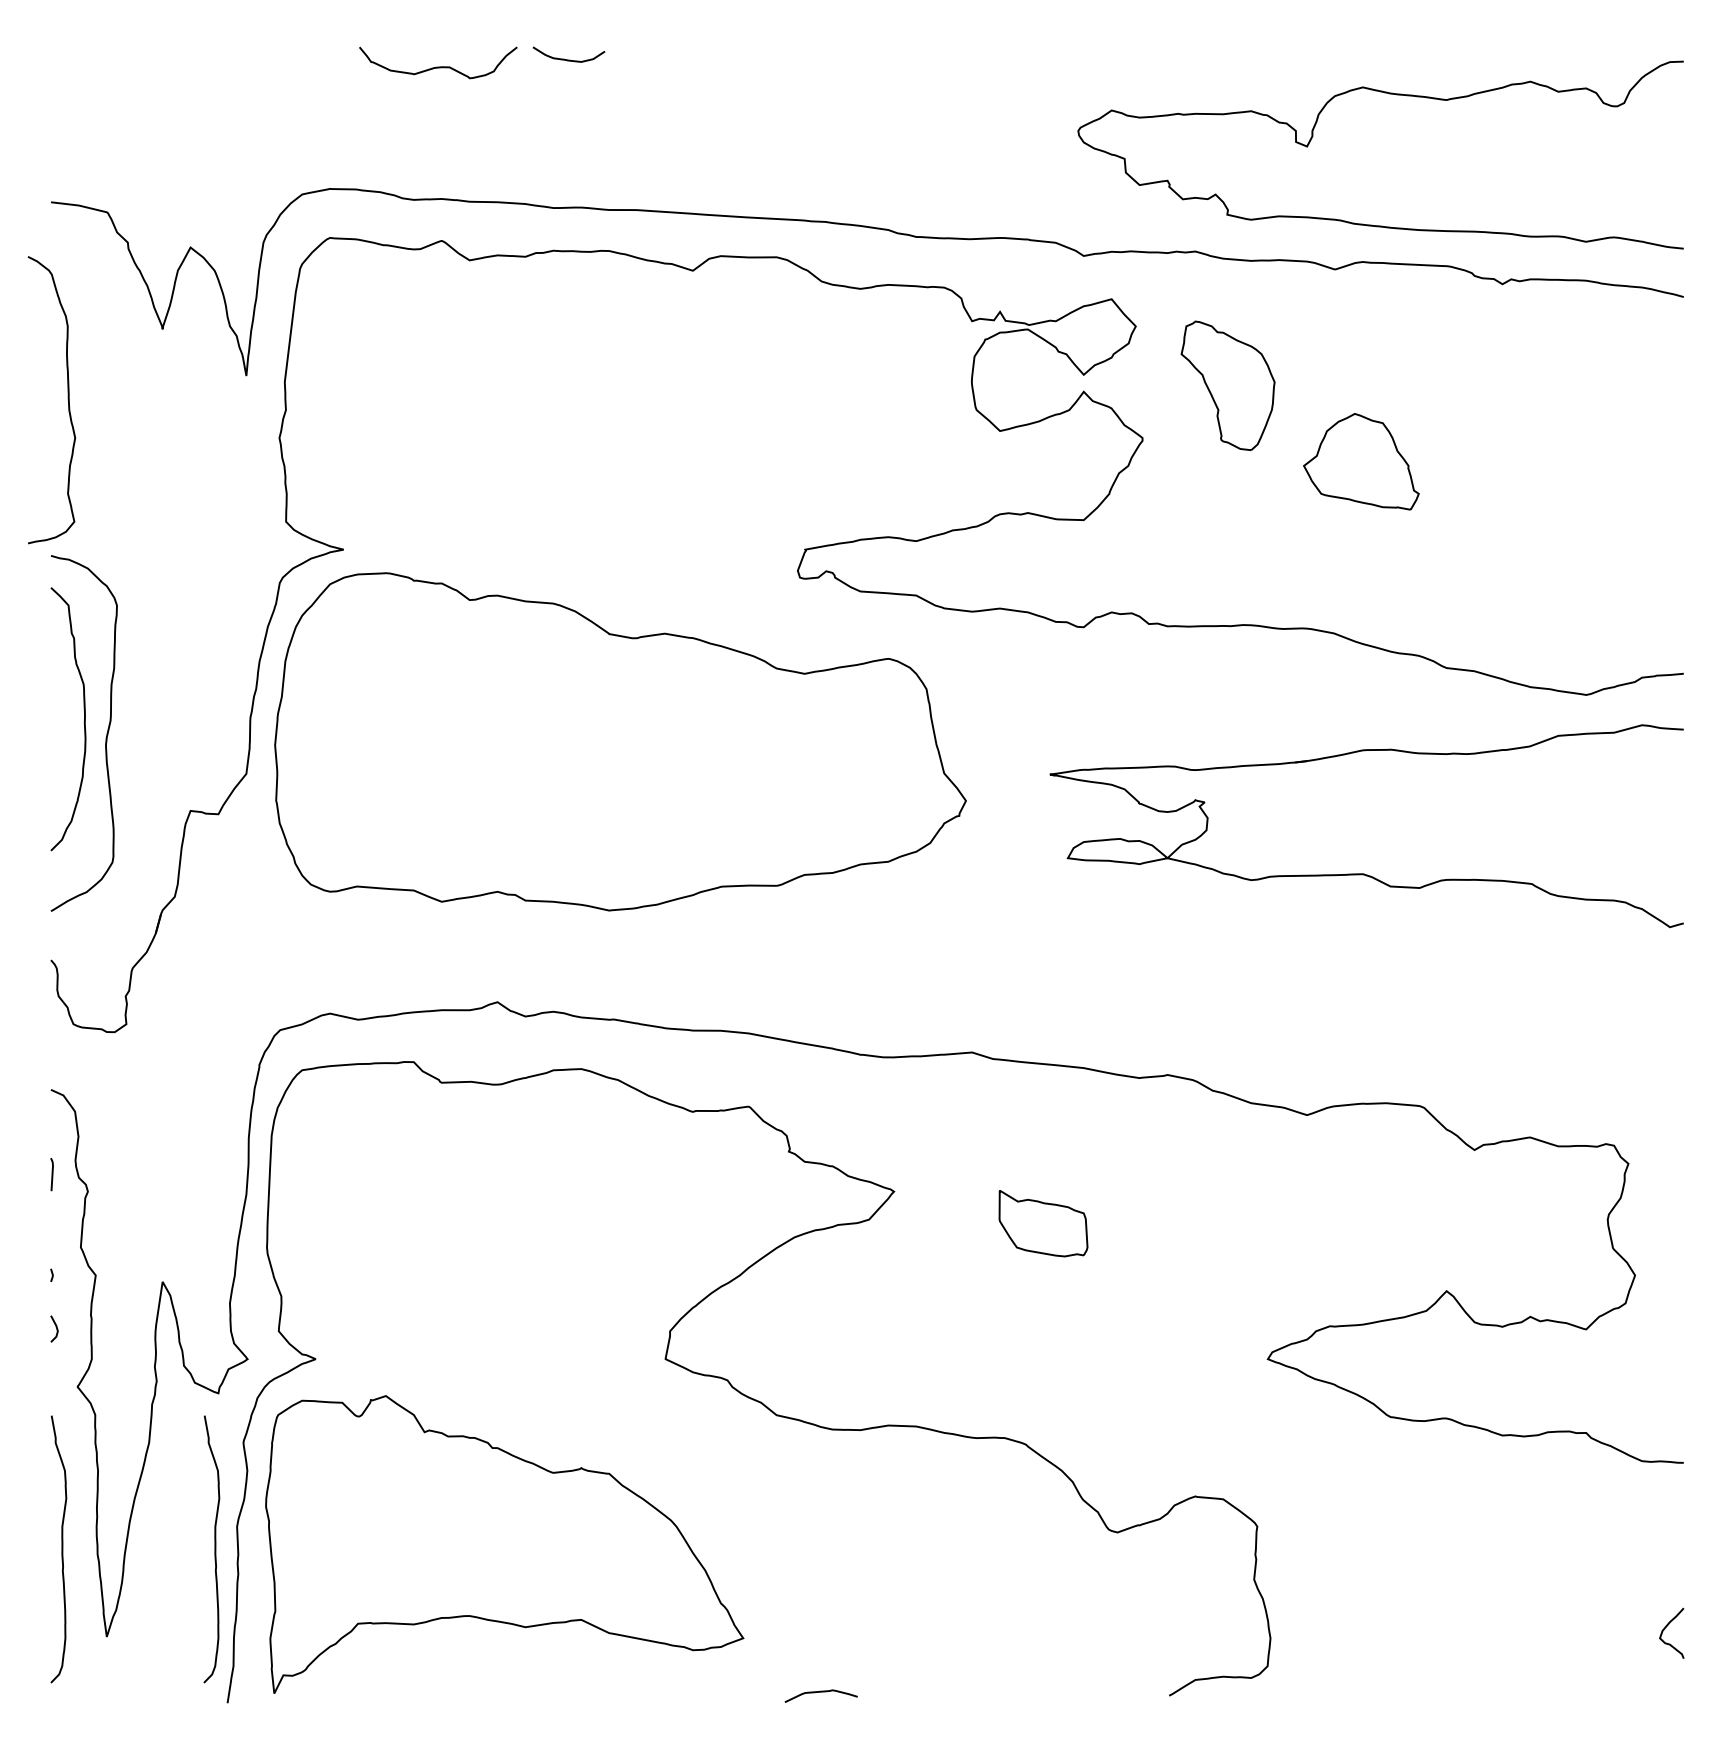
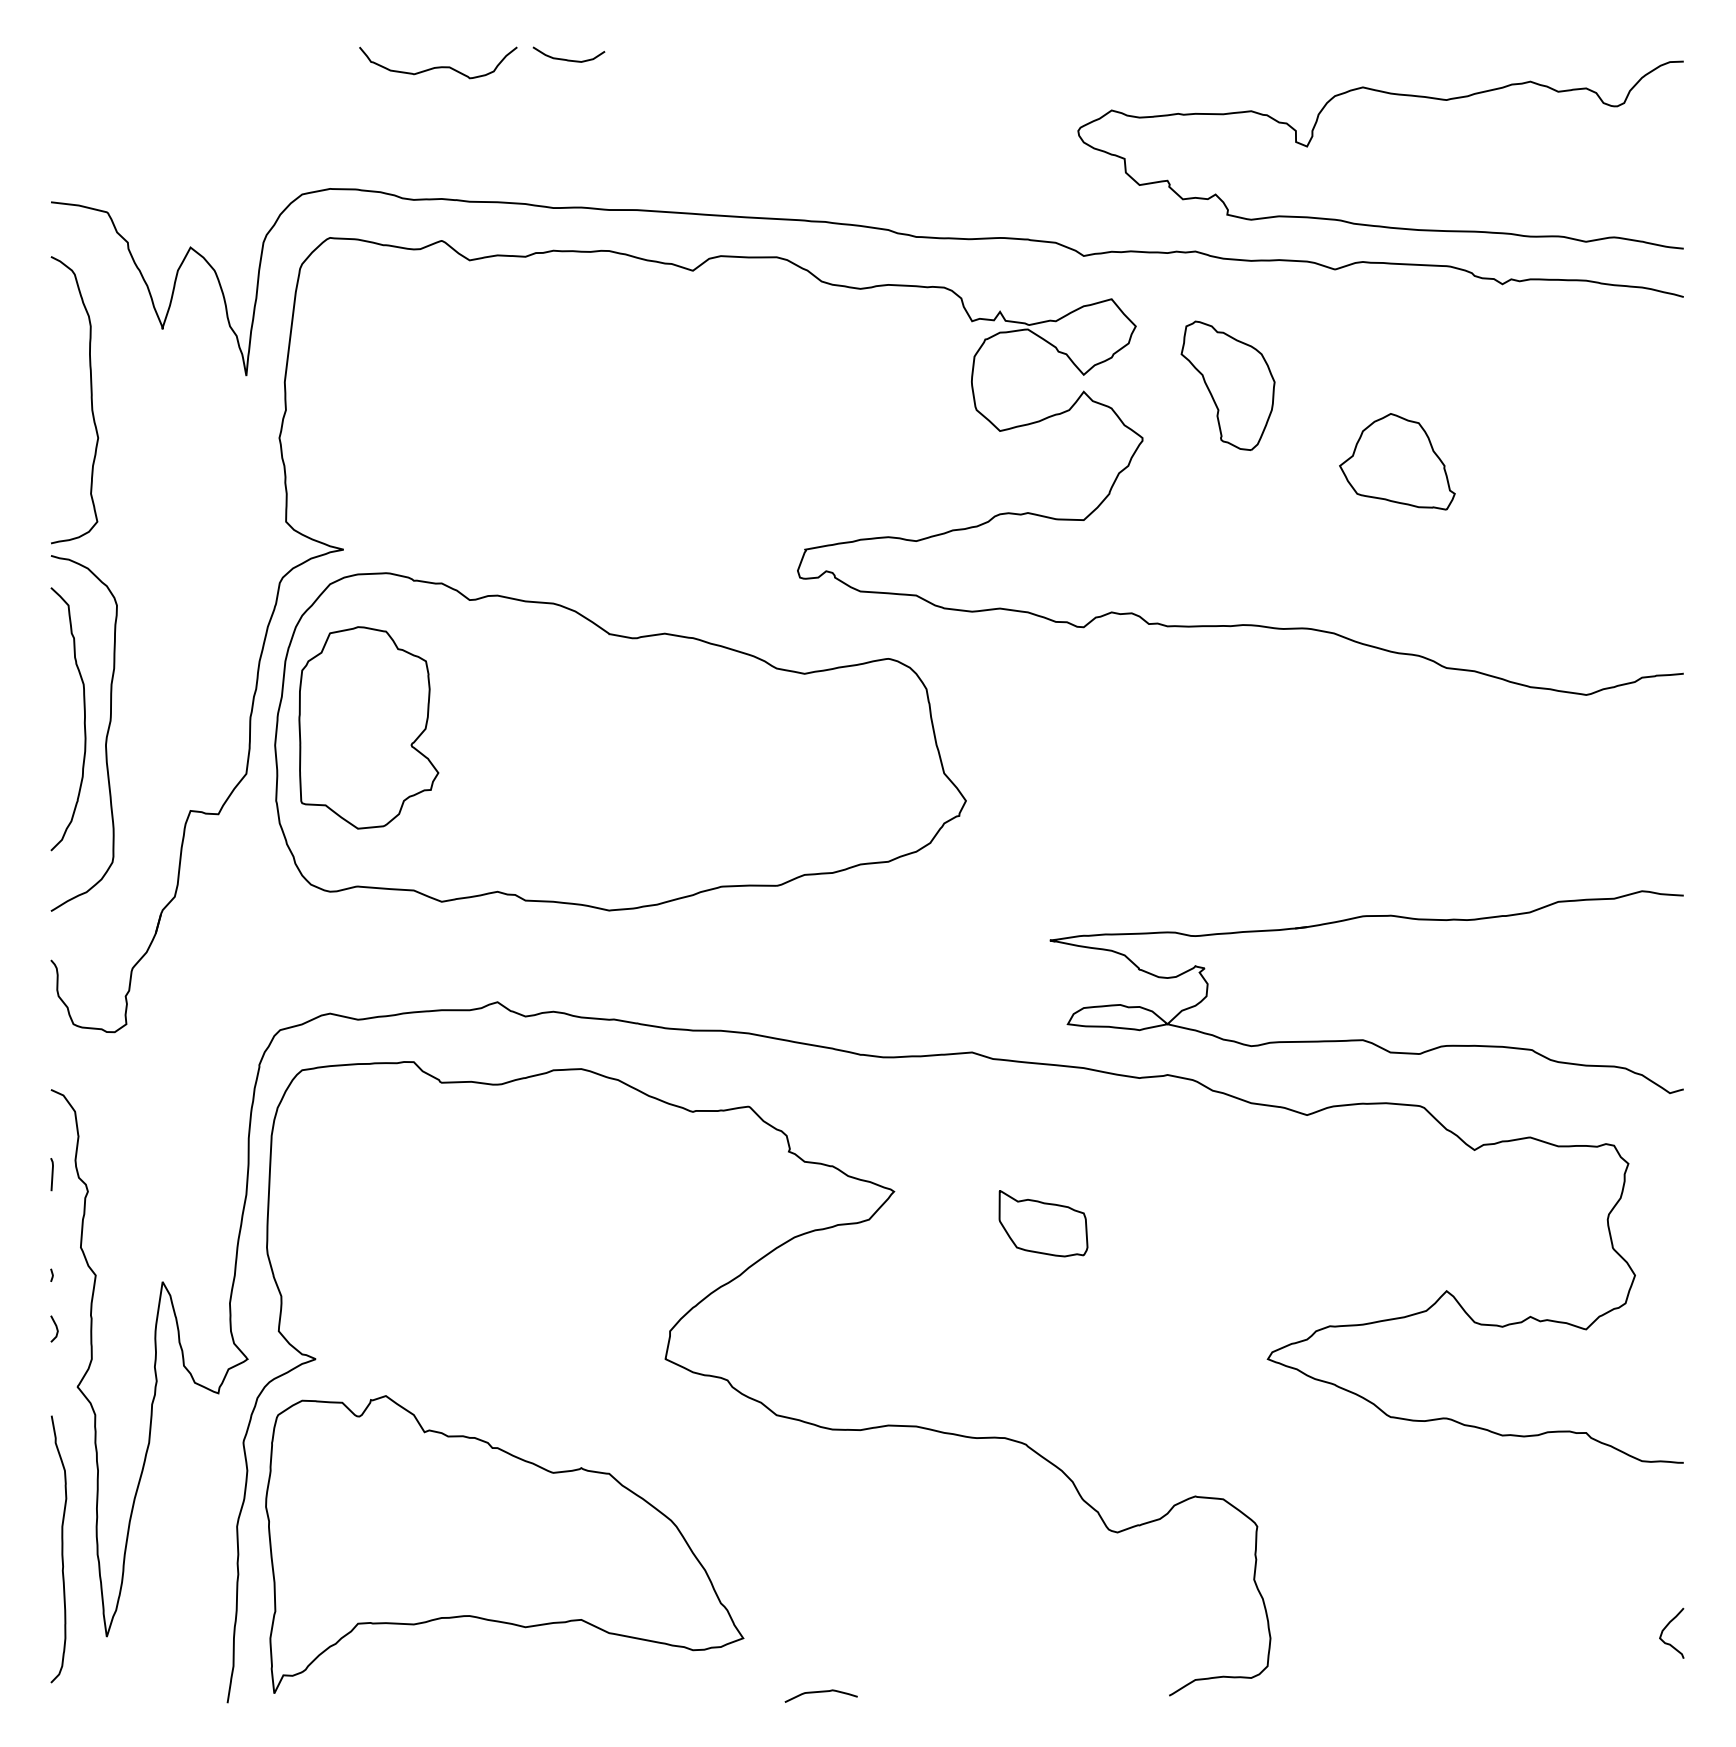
curve at (67, 399) position: (67, 399) -> (90, 399)
part at (1361, 461) position: (1361, 461) -> (1397, 461)
part at (368, 727): none -> present
part at (1364, 873) position: (1364, 873) -> (1364, 1039)
curve at (214, 1549): present -> none
